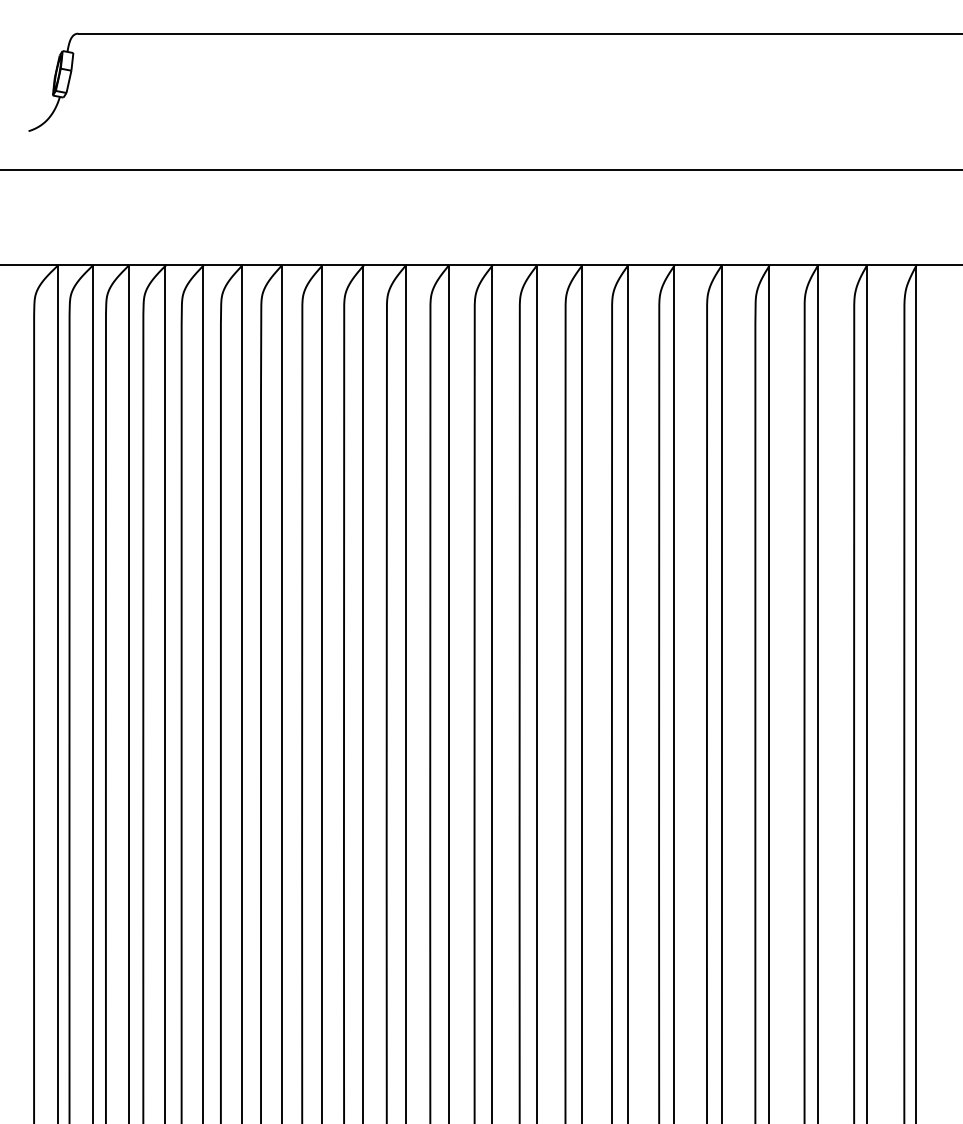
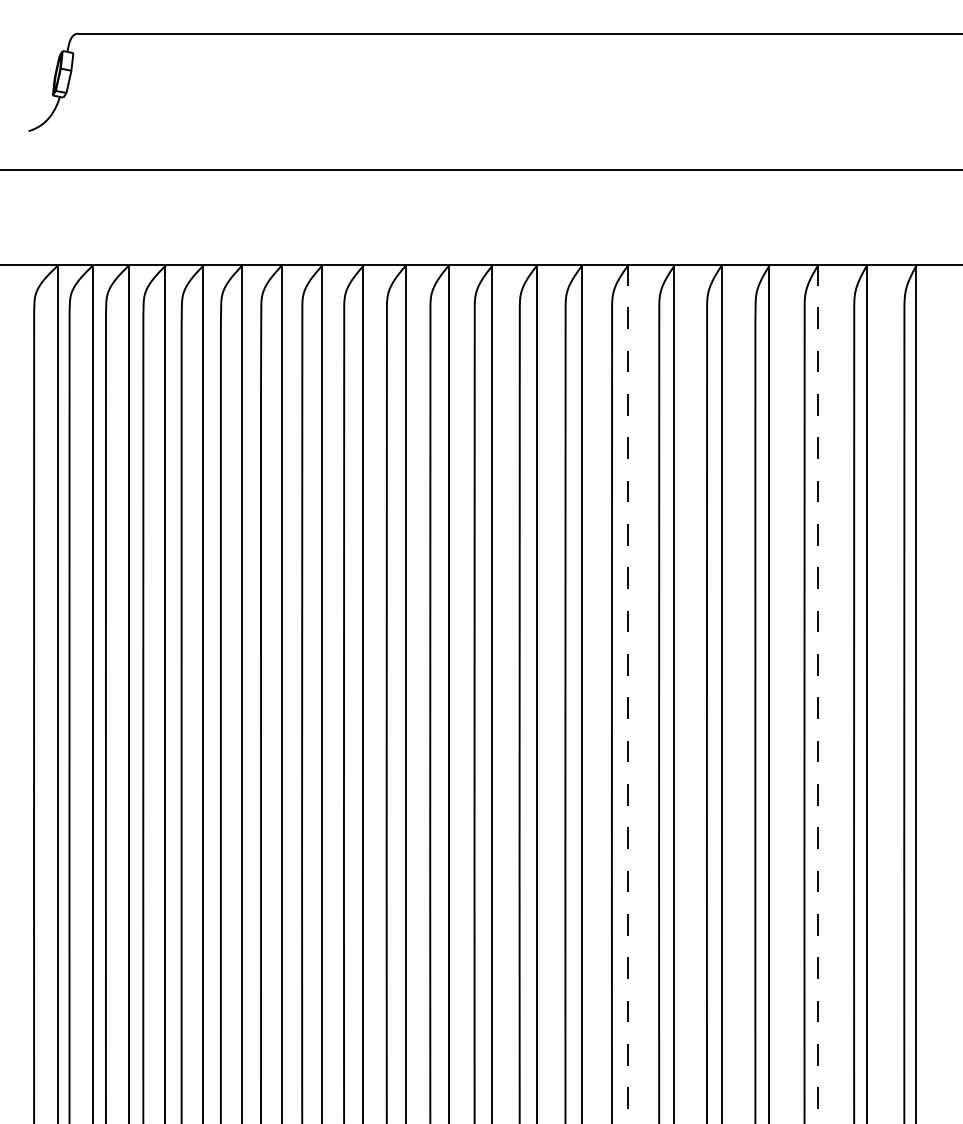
line at (817, 694): solid -> dashed
line at (627, 695): solid -> dashed
